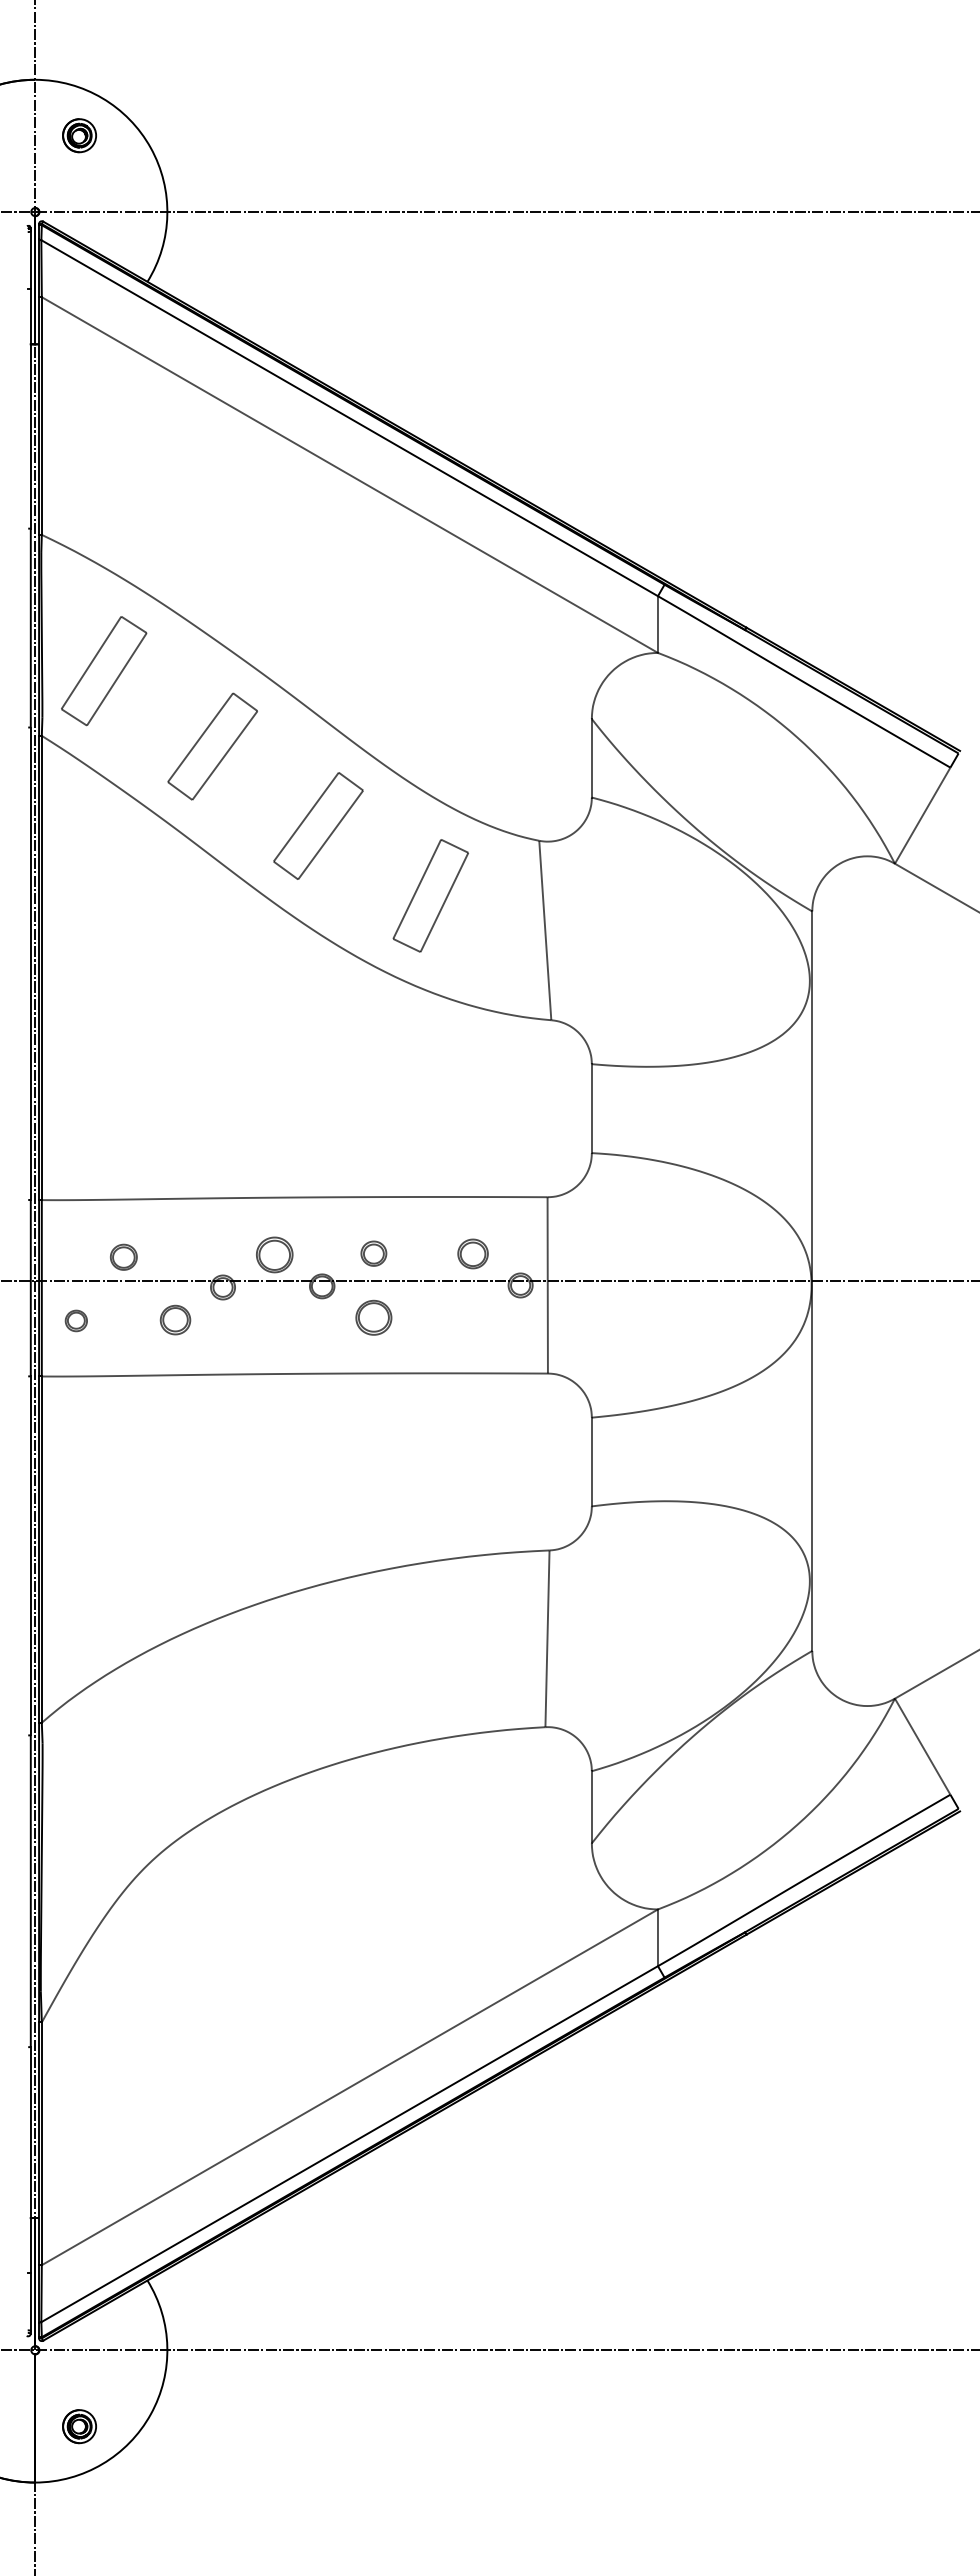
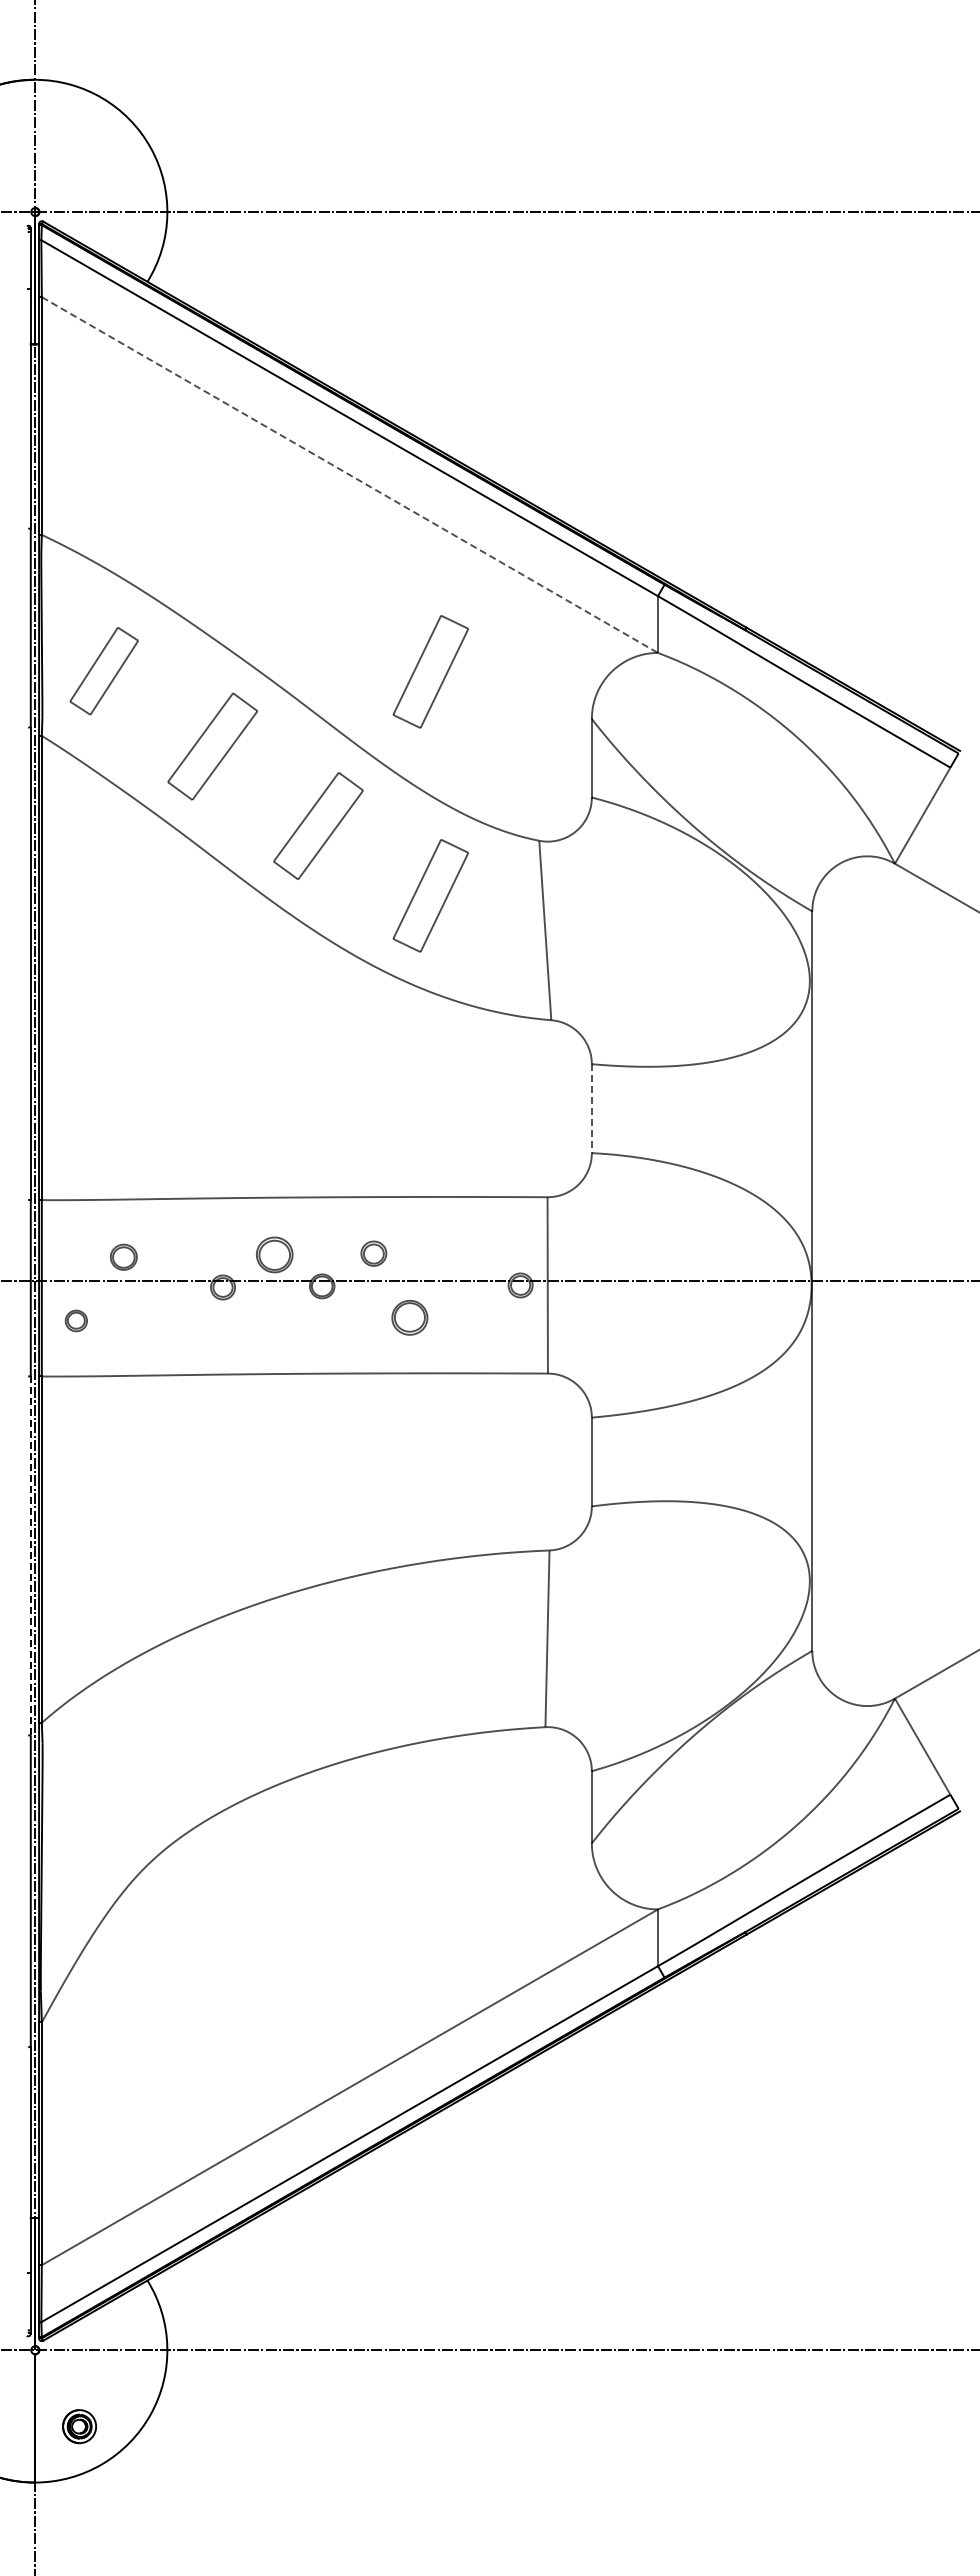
part at (79, 135): present -> none
line at (349, 475): solid -> dashed
part at (104, 671) size: 87x111 px -> 70x89 px
part at (430, 671): none -> present
line at (591, 1109): solid -> dashed
part at (472, 1253): present -> none
part at (373, 1317) position: (373, 1317) -> (409, 1317)
part at (175, 1319): present -> none
line at (30, 1556): solid -> dashed
